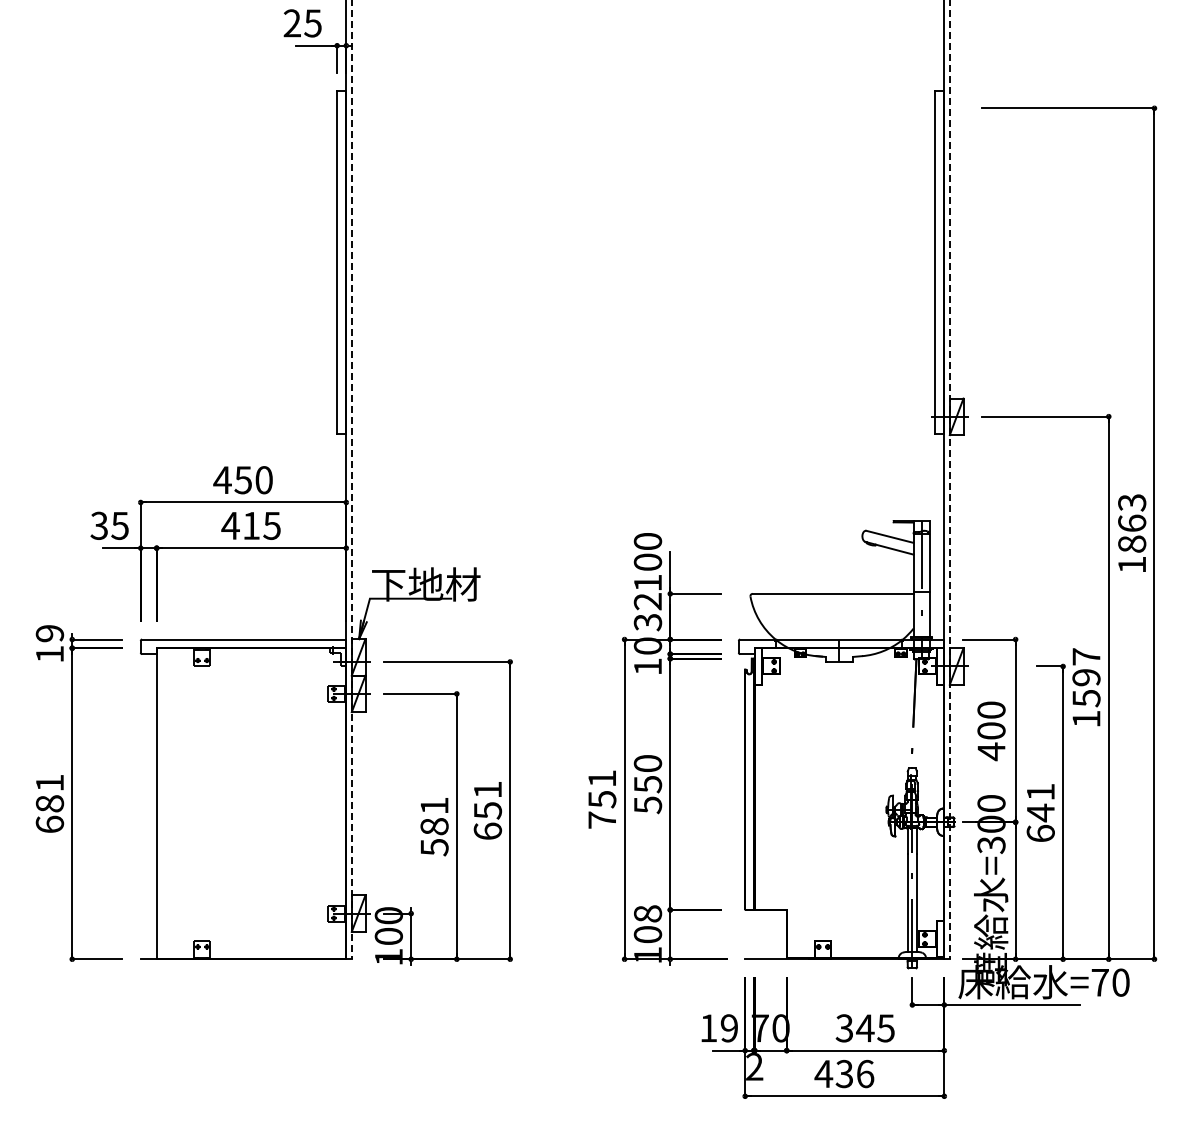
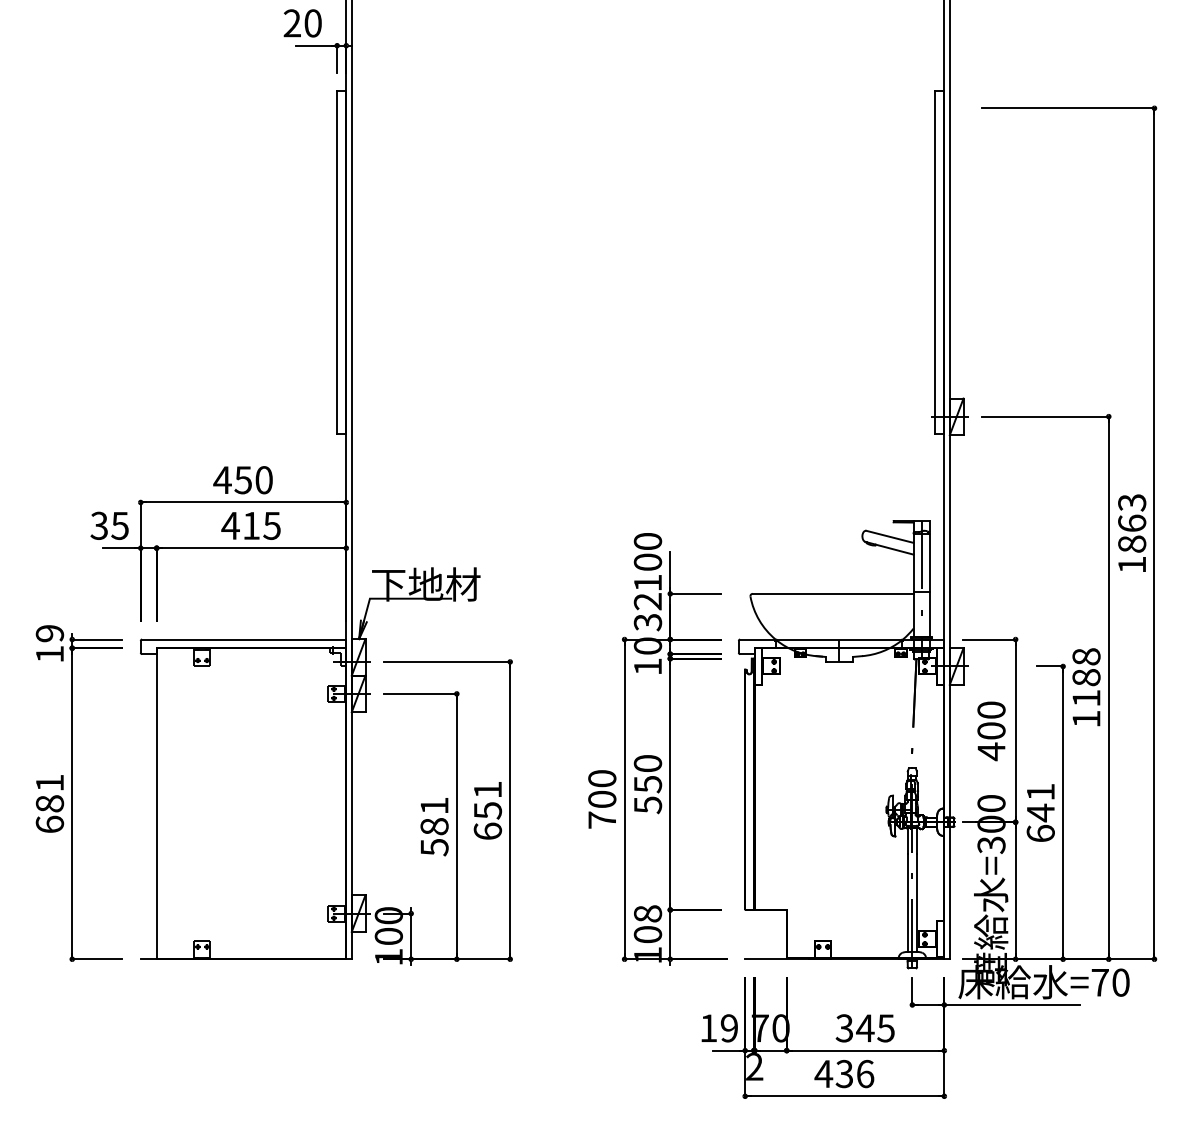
text at (312, 23): 25 -> 20
line at (351, 479): dashed -> solid
line at (949, 479): dashed -> solid
text at (1086, 677): 1597 -> 1188
text at (602, 789): 751 -> 700
